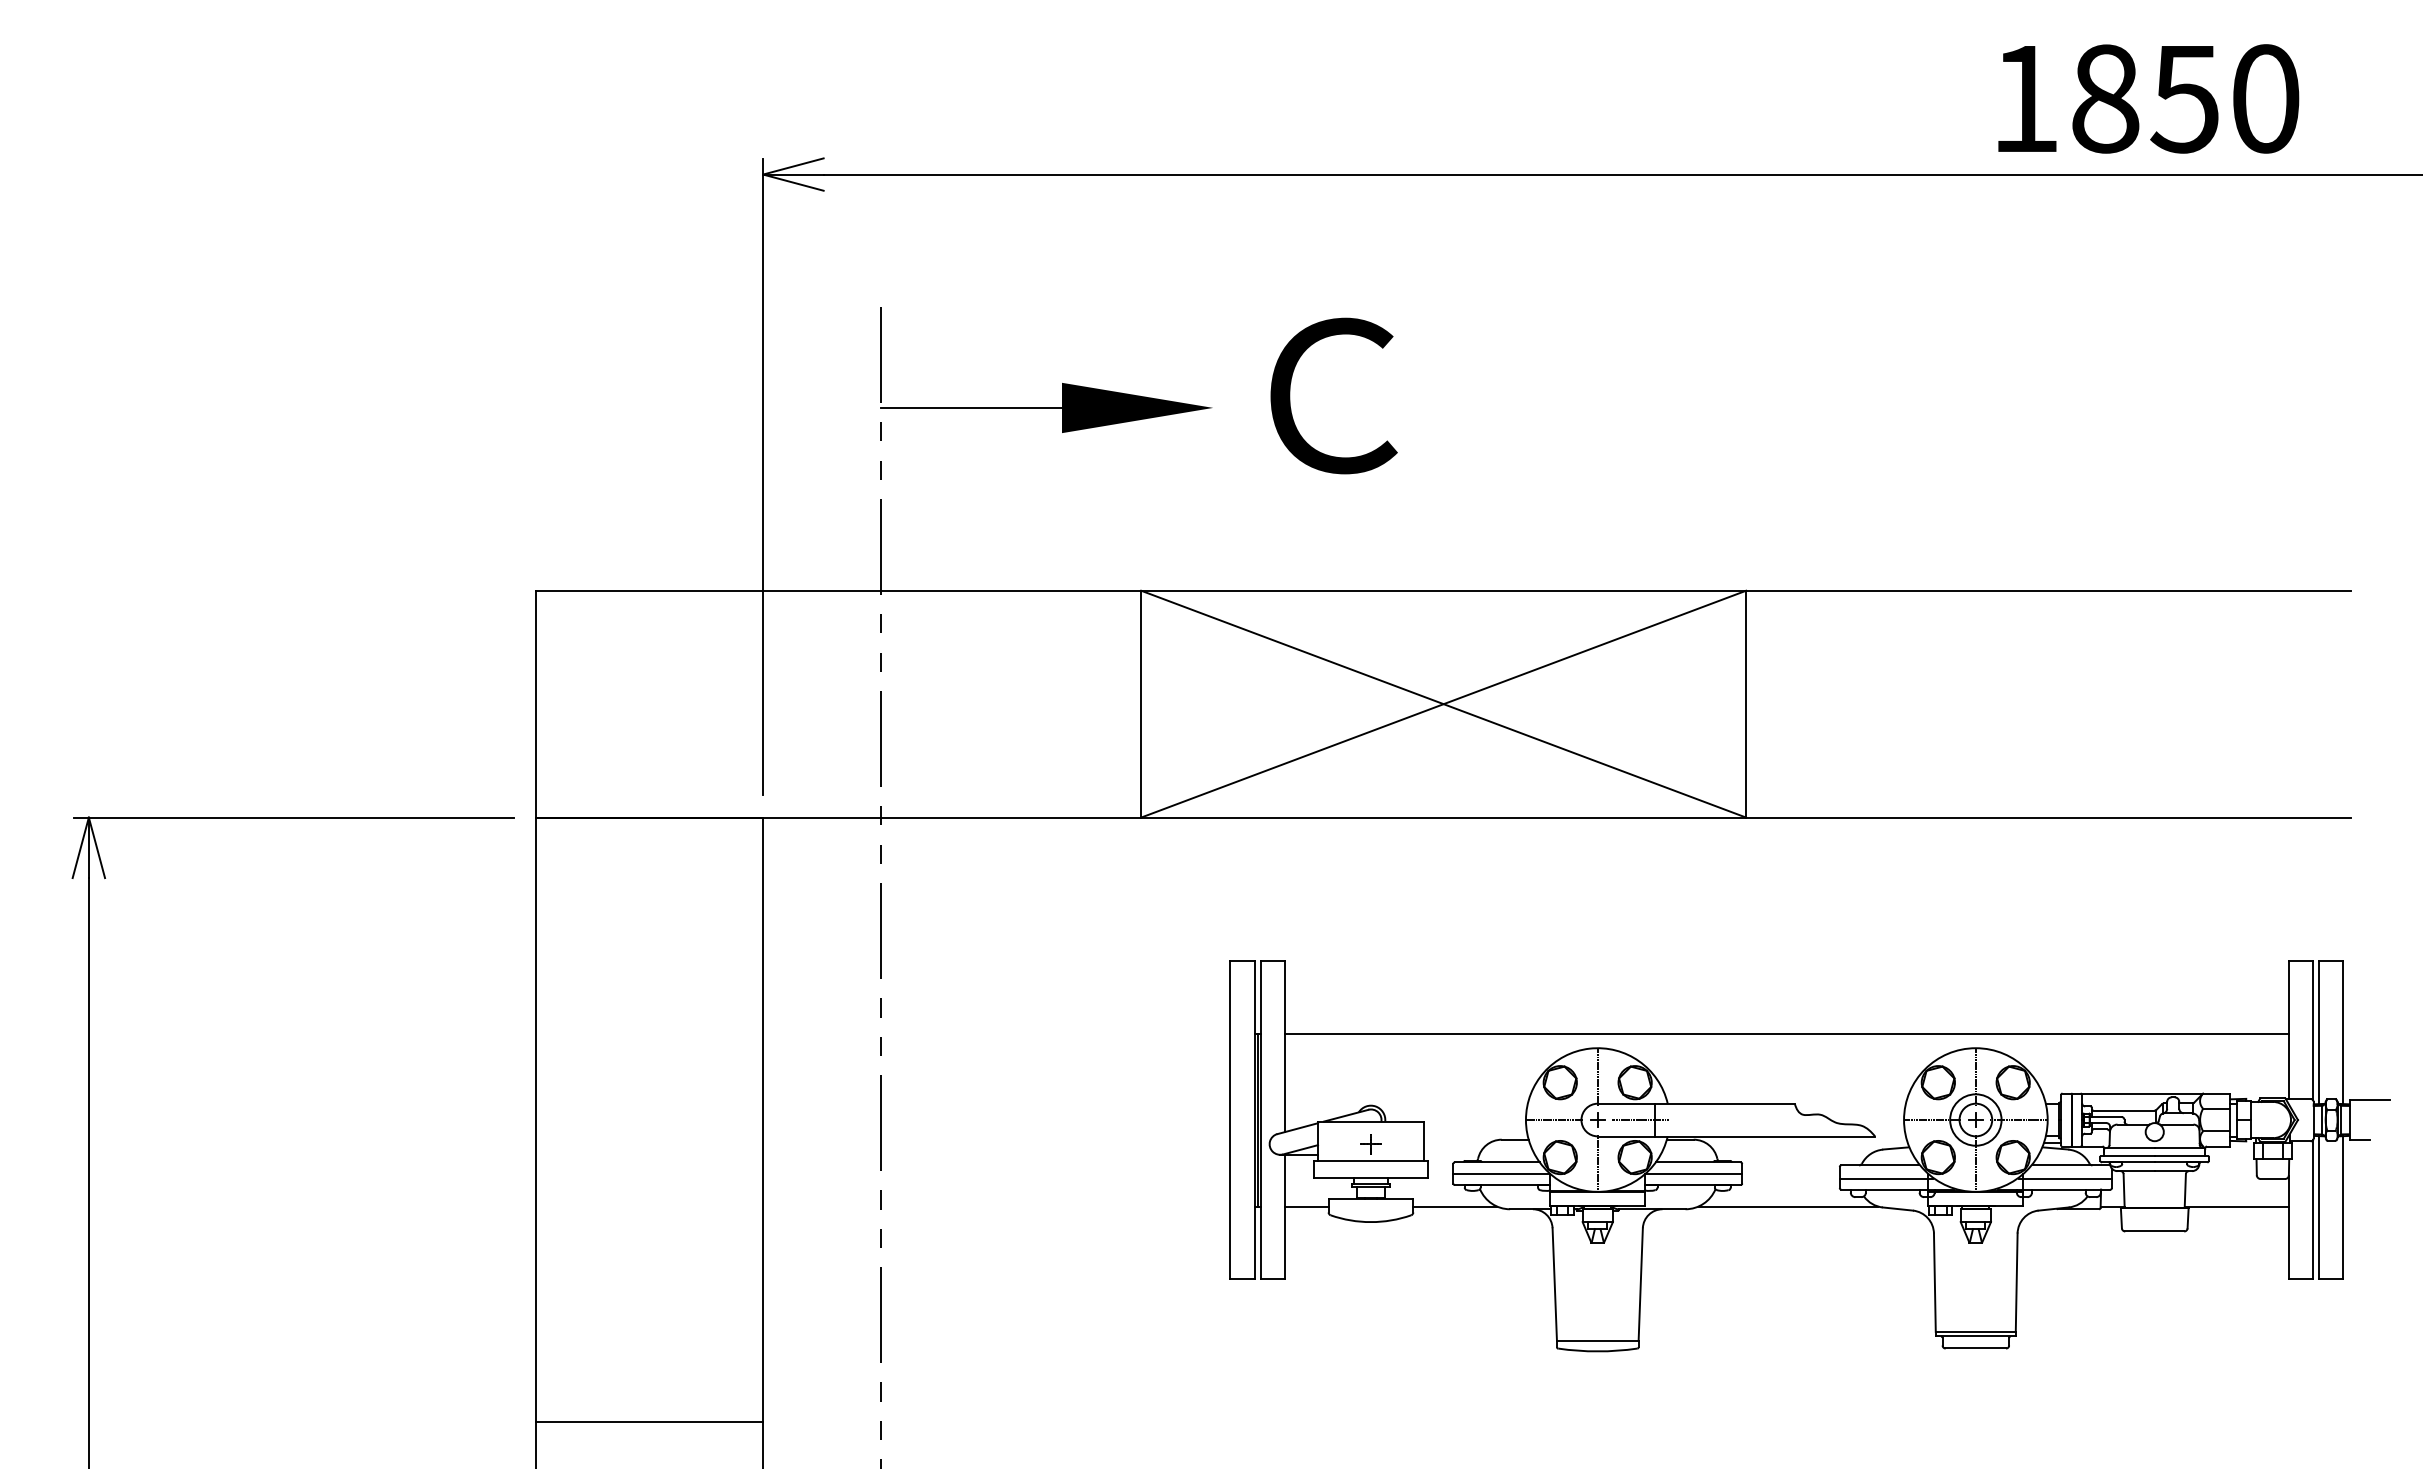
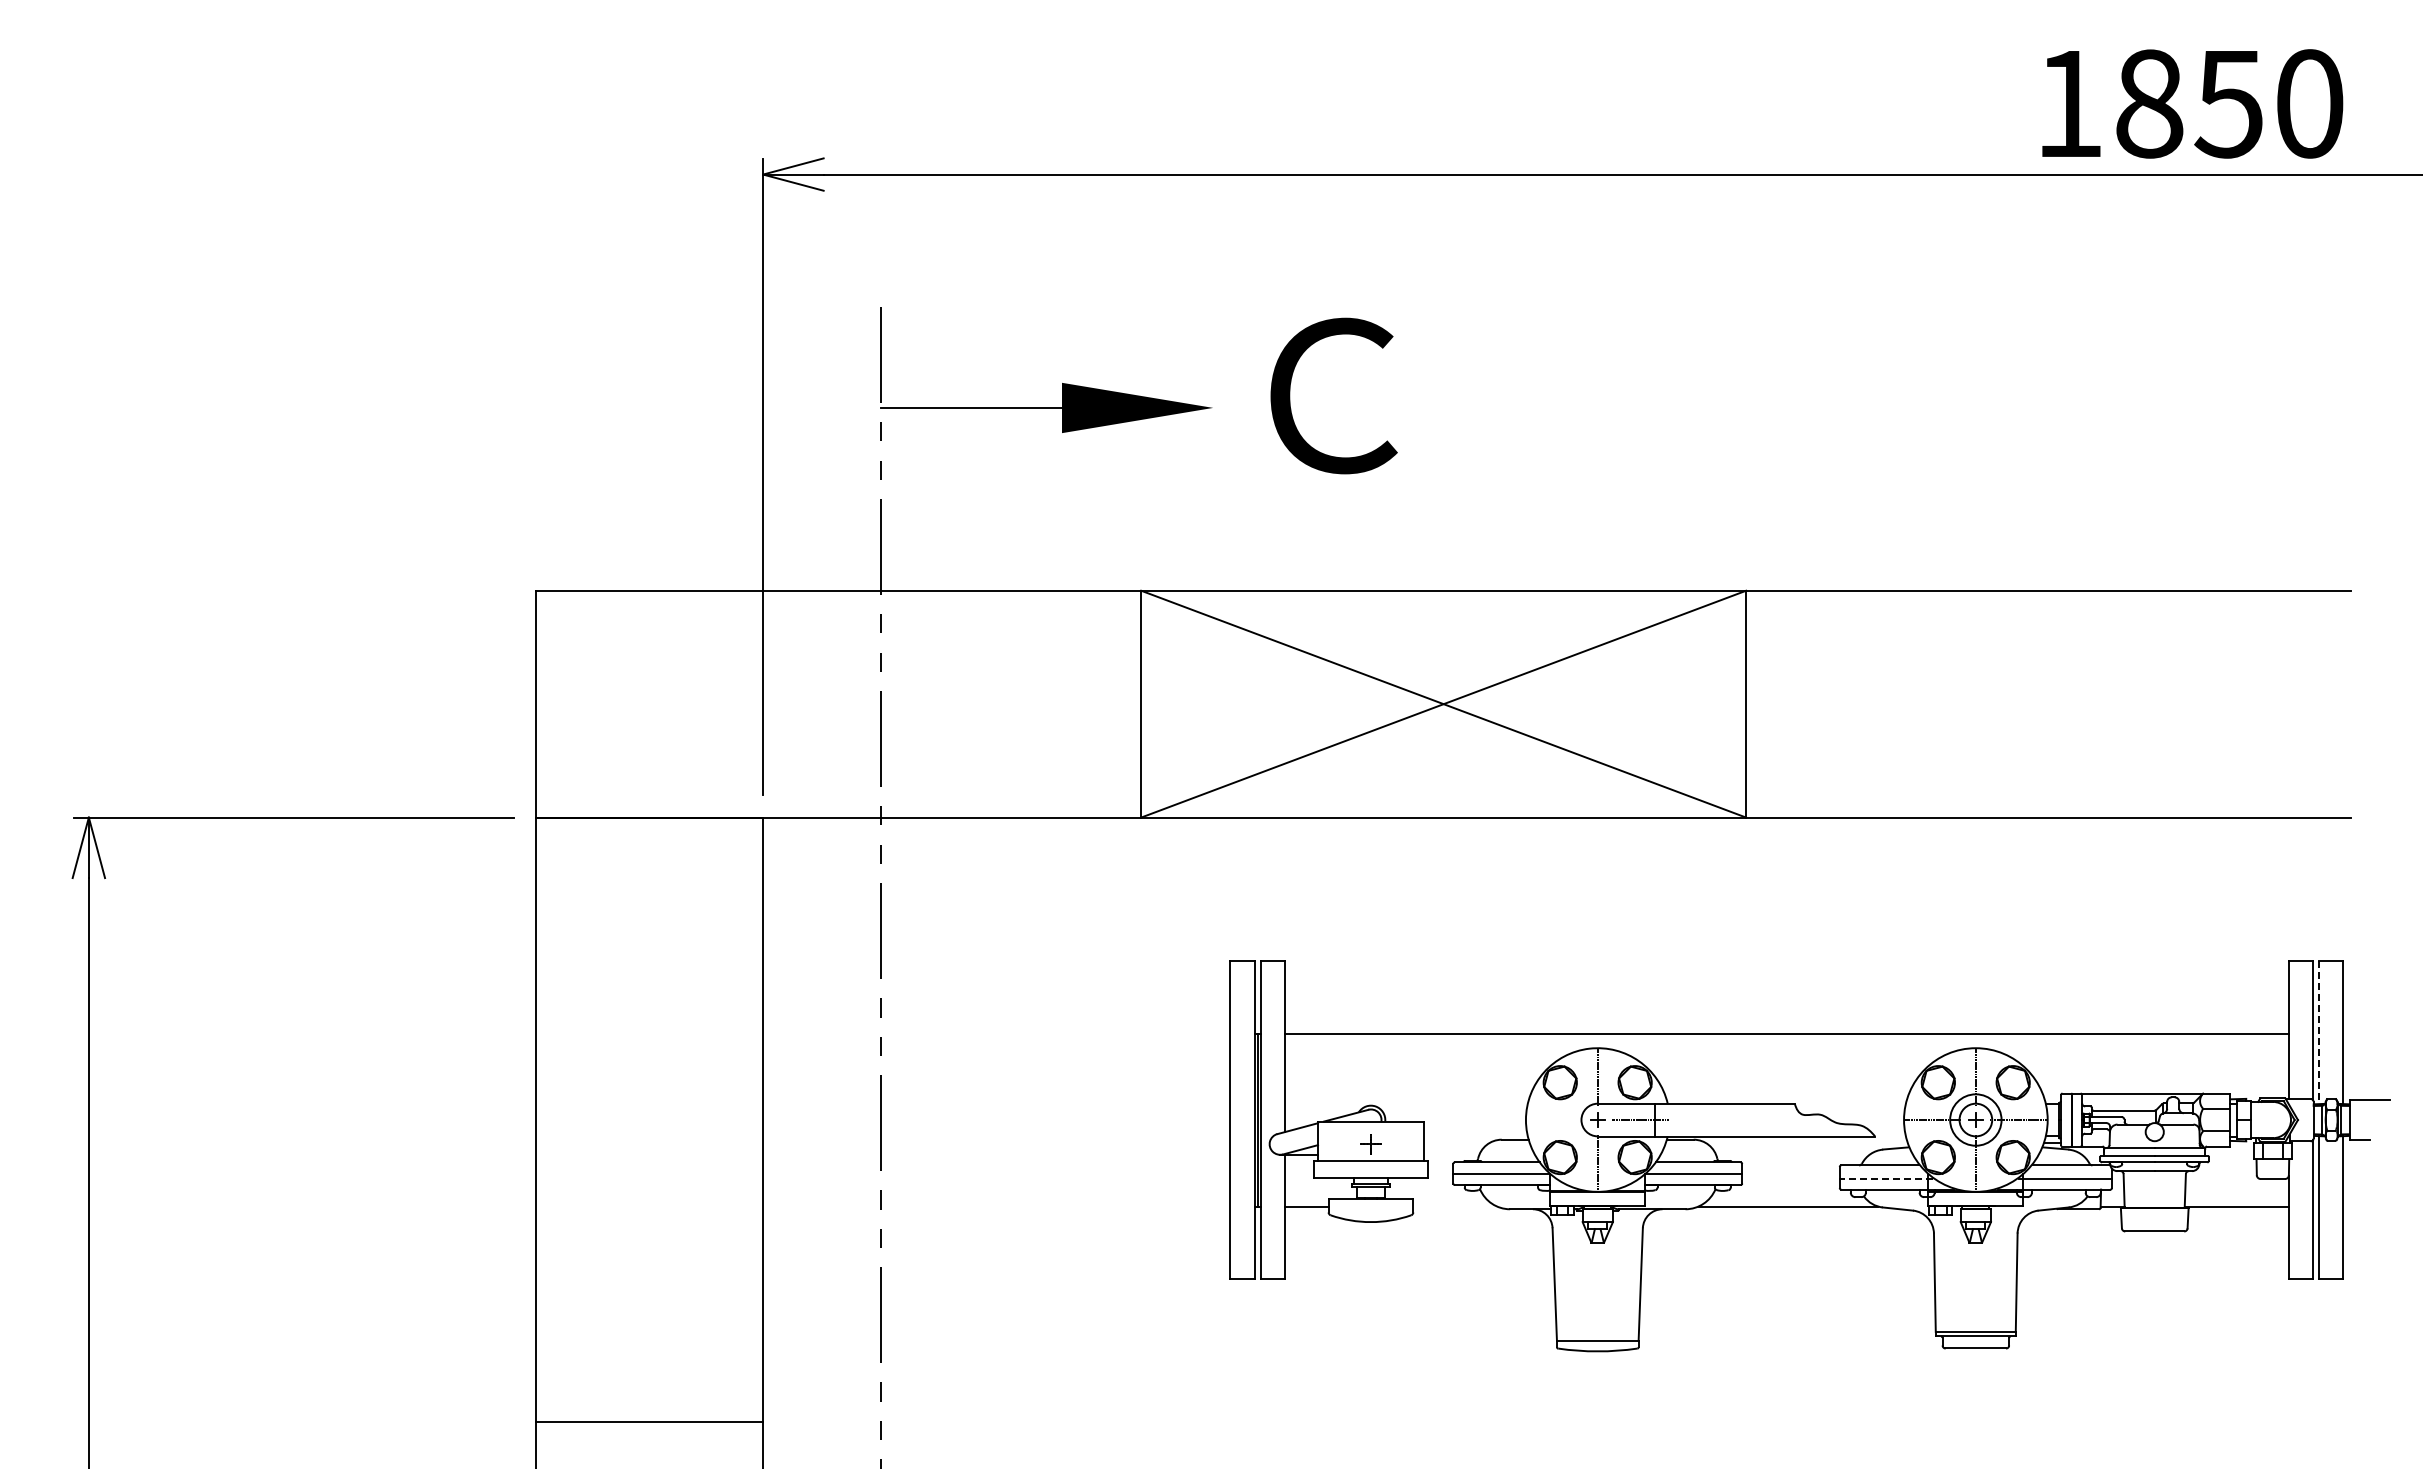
text at (2148, 98) position: (2148, 98) -> (2192, 103)
line at (2319, 1033): solid -> dashed
line at (1554, 1120): present -> none
line at (1886, 1179): solid -> dashed
line at (1454, 1206): present -> none
